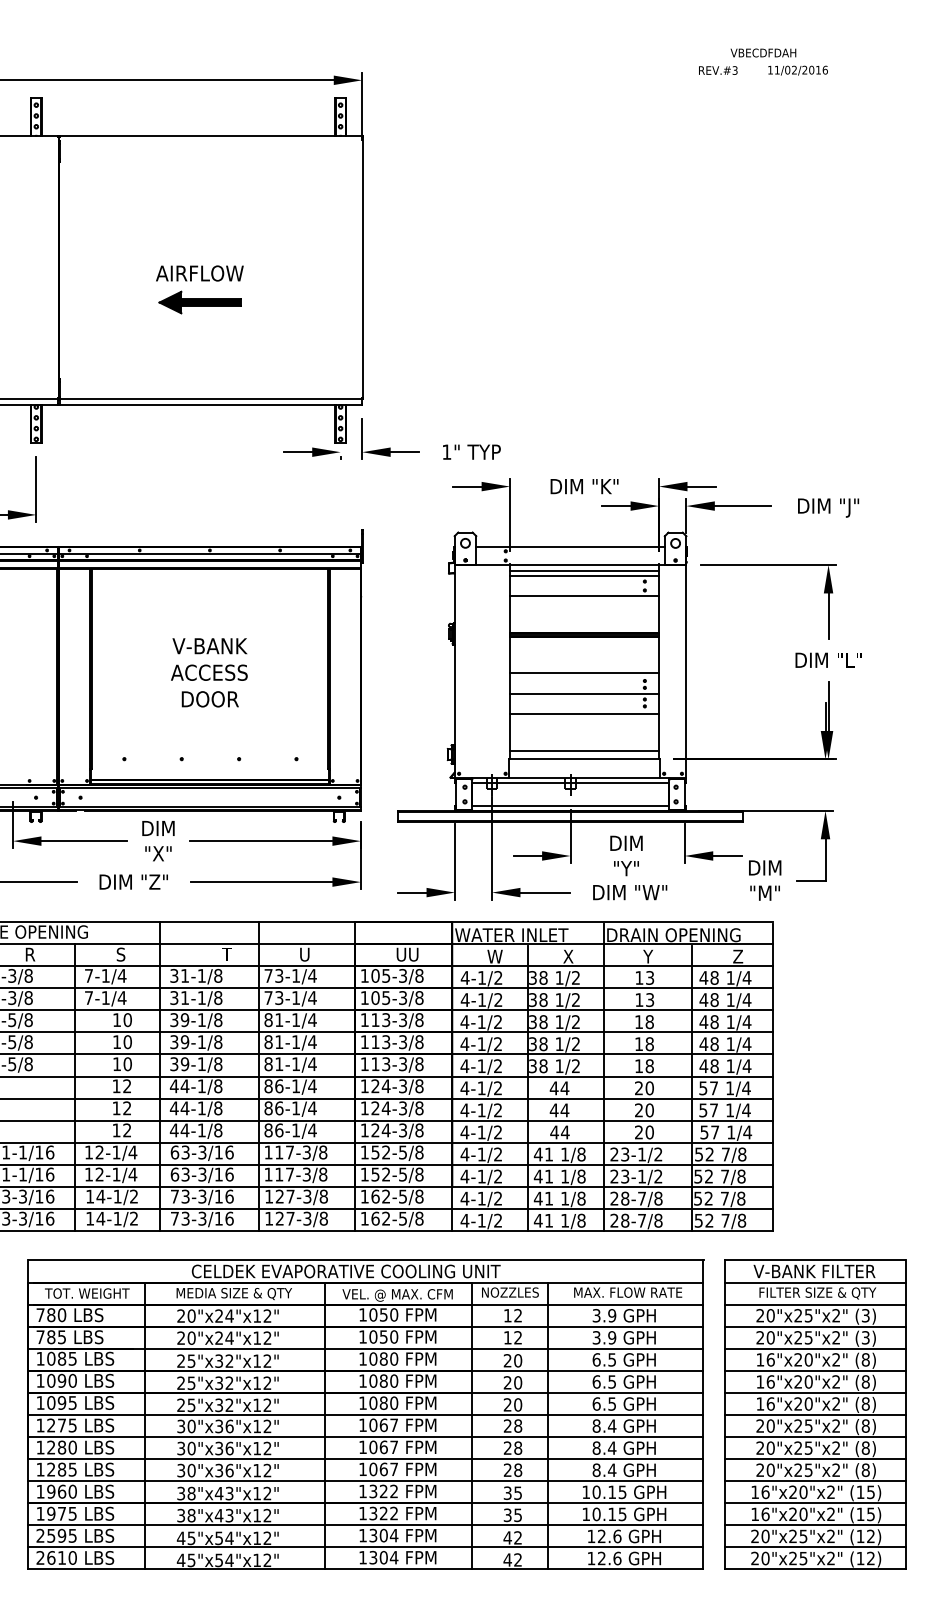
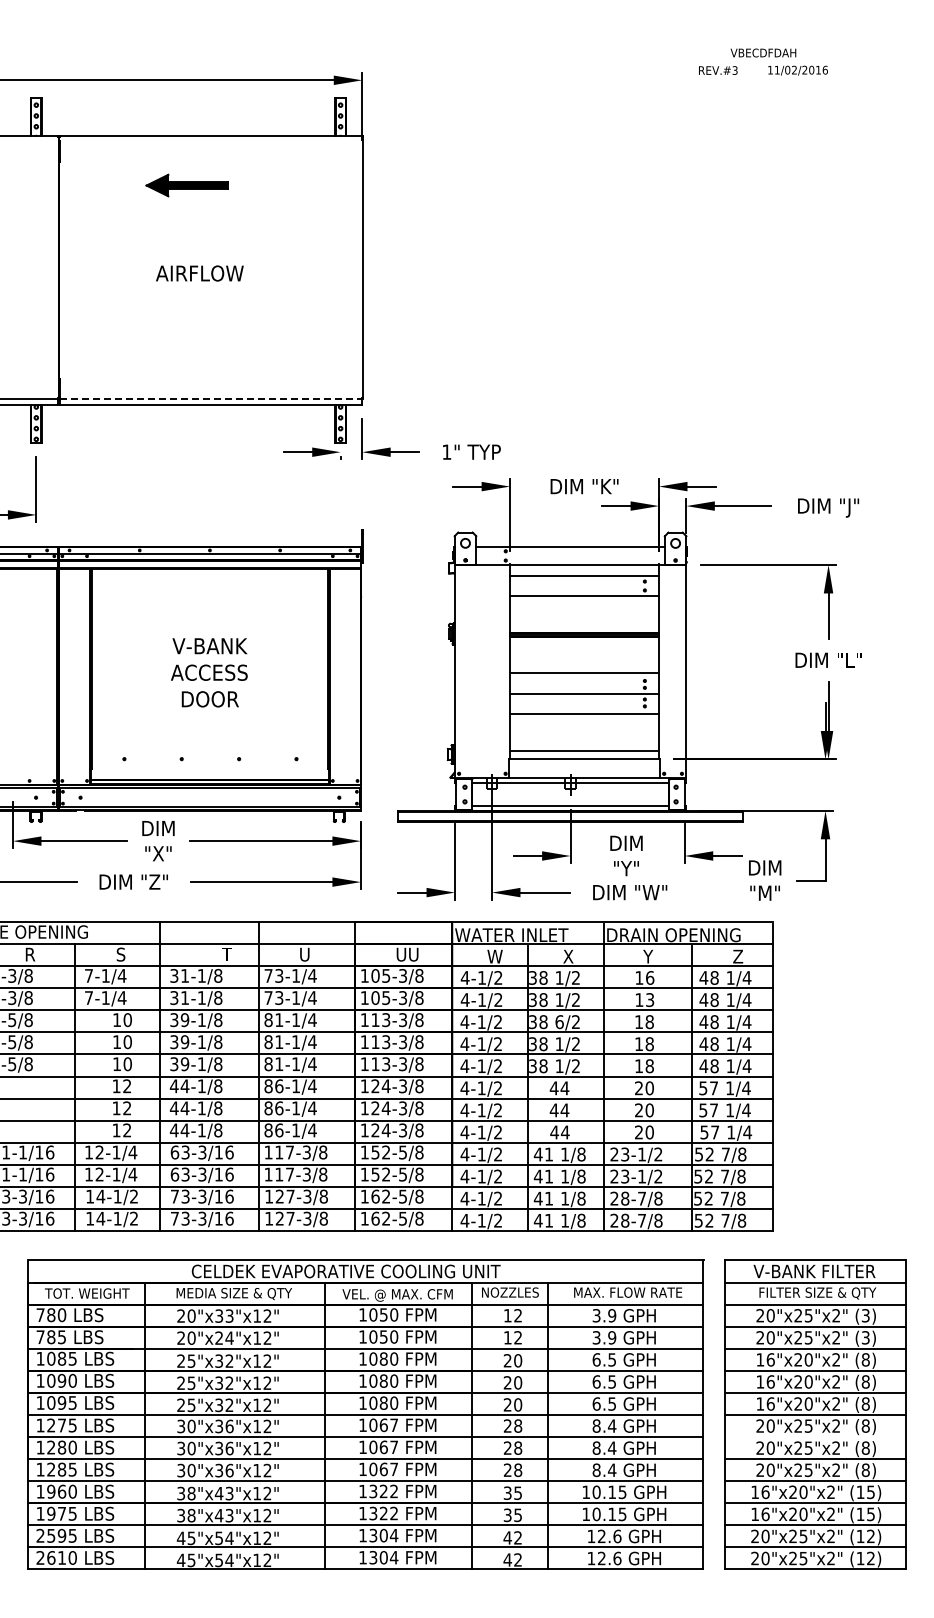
part at (199, 302) position: (199, 302) -> (186, 185)
line at (211, 398): solid -> dashed
line at (584, 570): present -> none
text at (650, 977): 13 -> 16
text at (559, 1022): 1/2 -> 6/2
text at (224, 1315): 20"x24"x12" -> 20"x33"x12"
line at (815, 1437): present -> none
